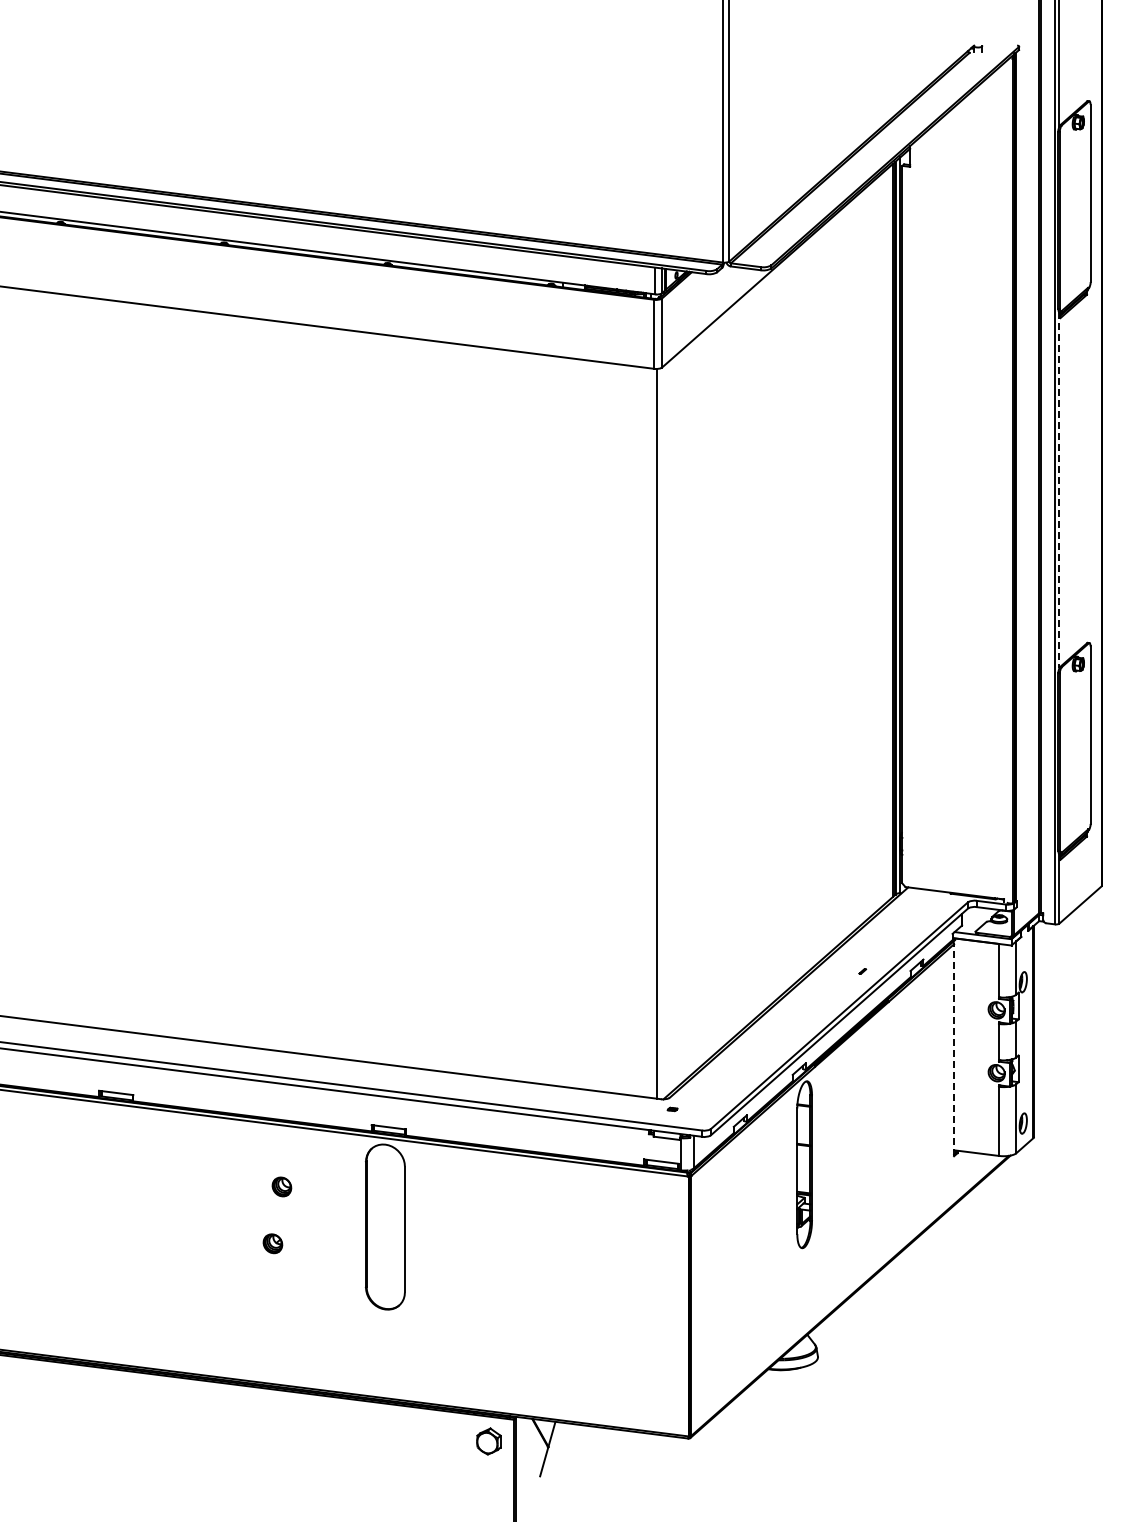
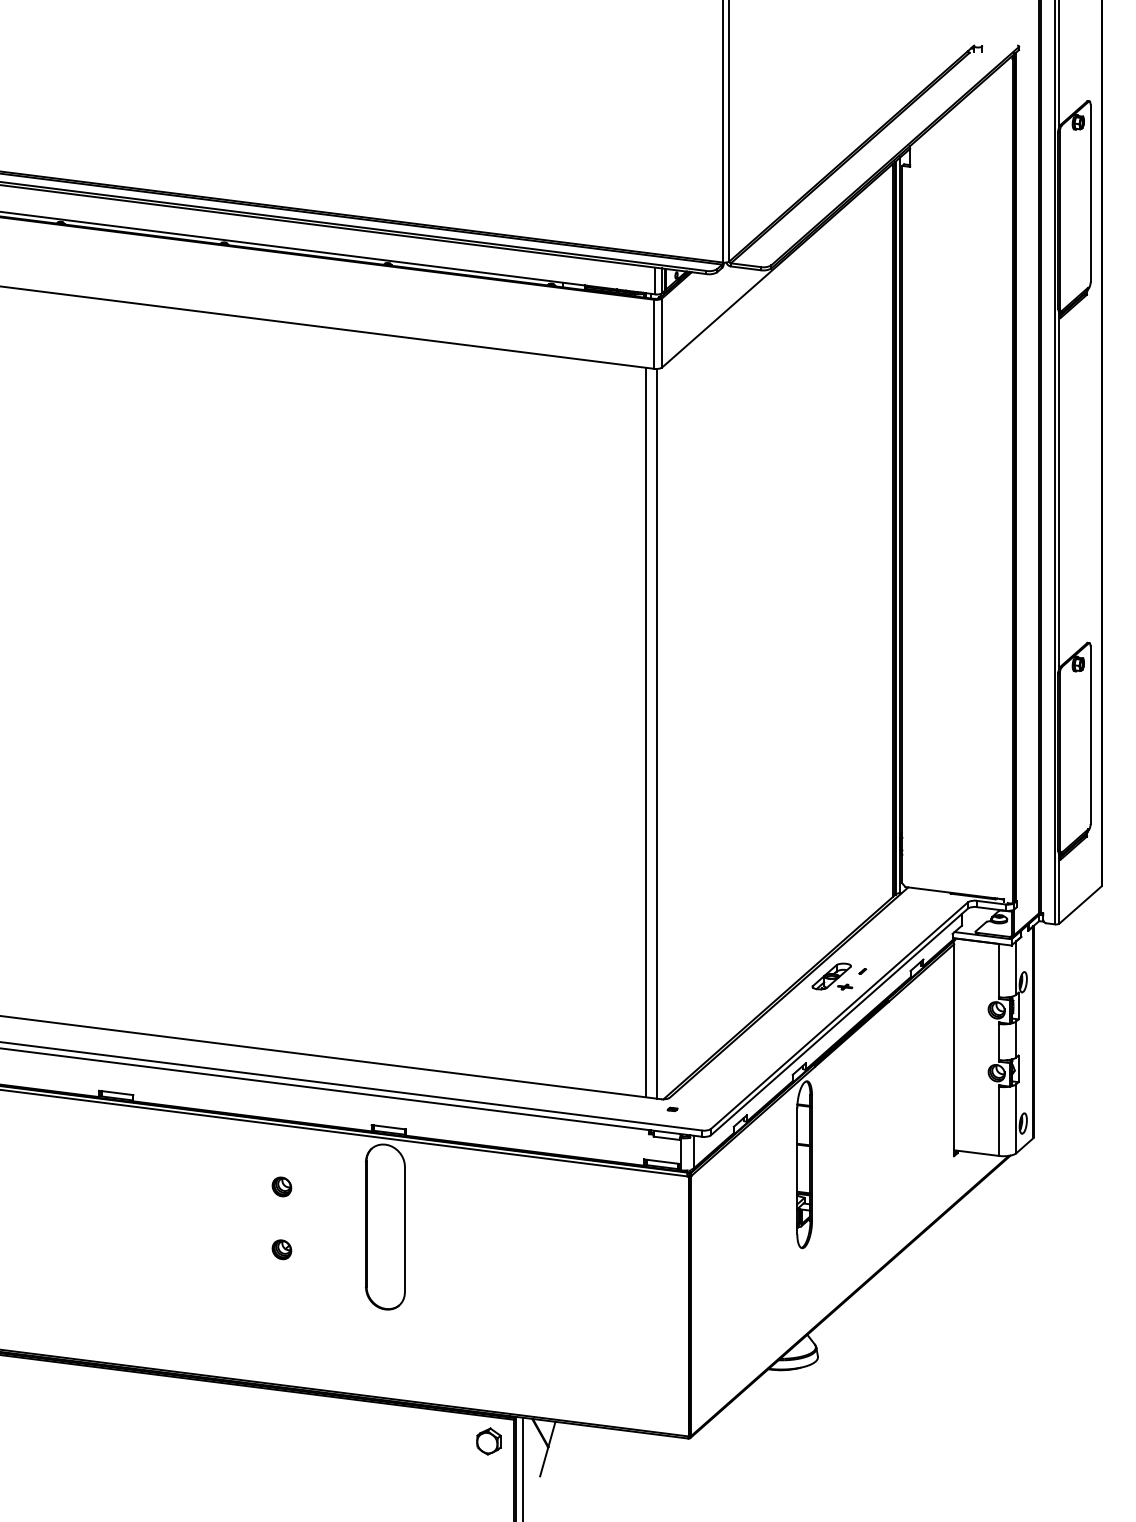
line at (1059, 490): dashed -> solid
line at (645, 732): none -> present
part at (832, 976): none -> present
line at (954, 1050): dashed -> solid
part at (272, 1243) position: (272, 1243) -> (281, 1249)
line at (523, 1467): none -> present
